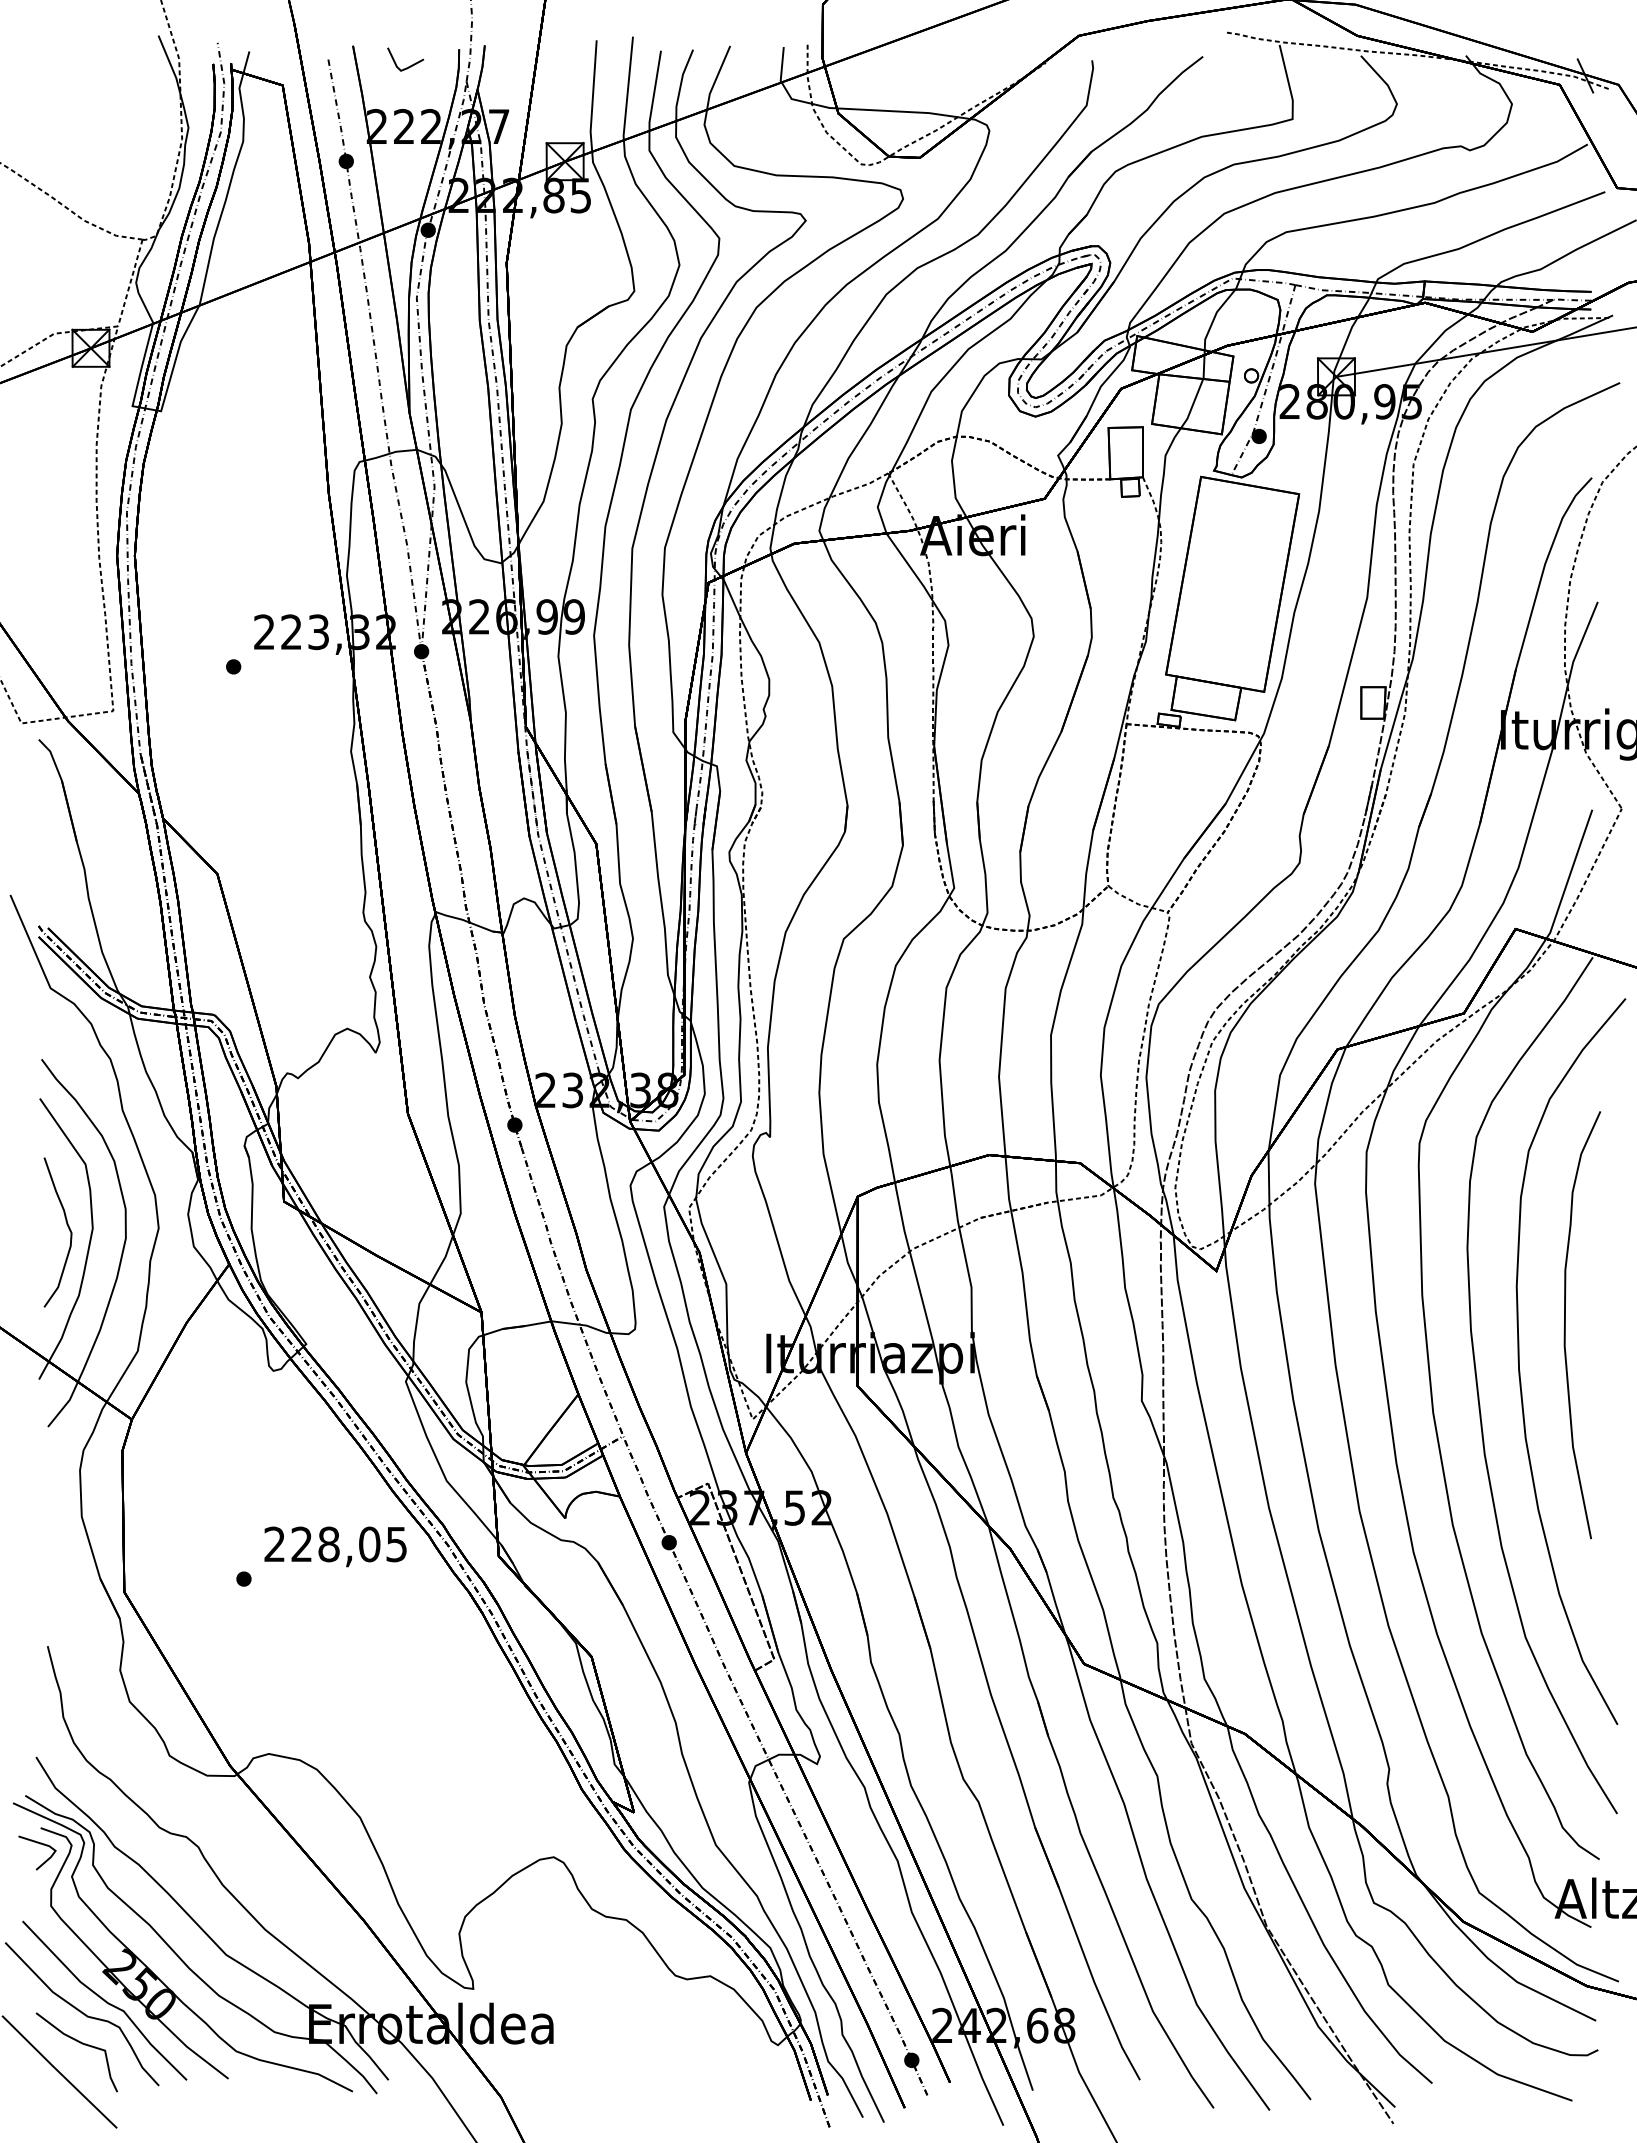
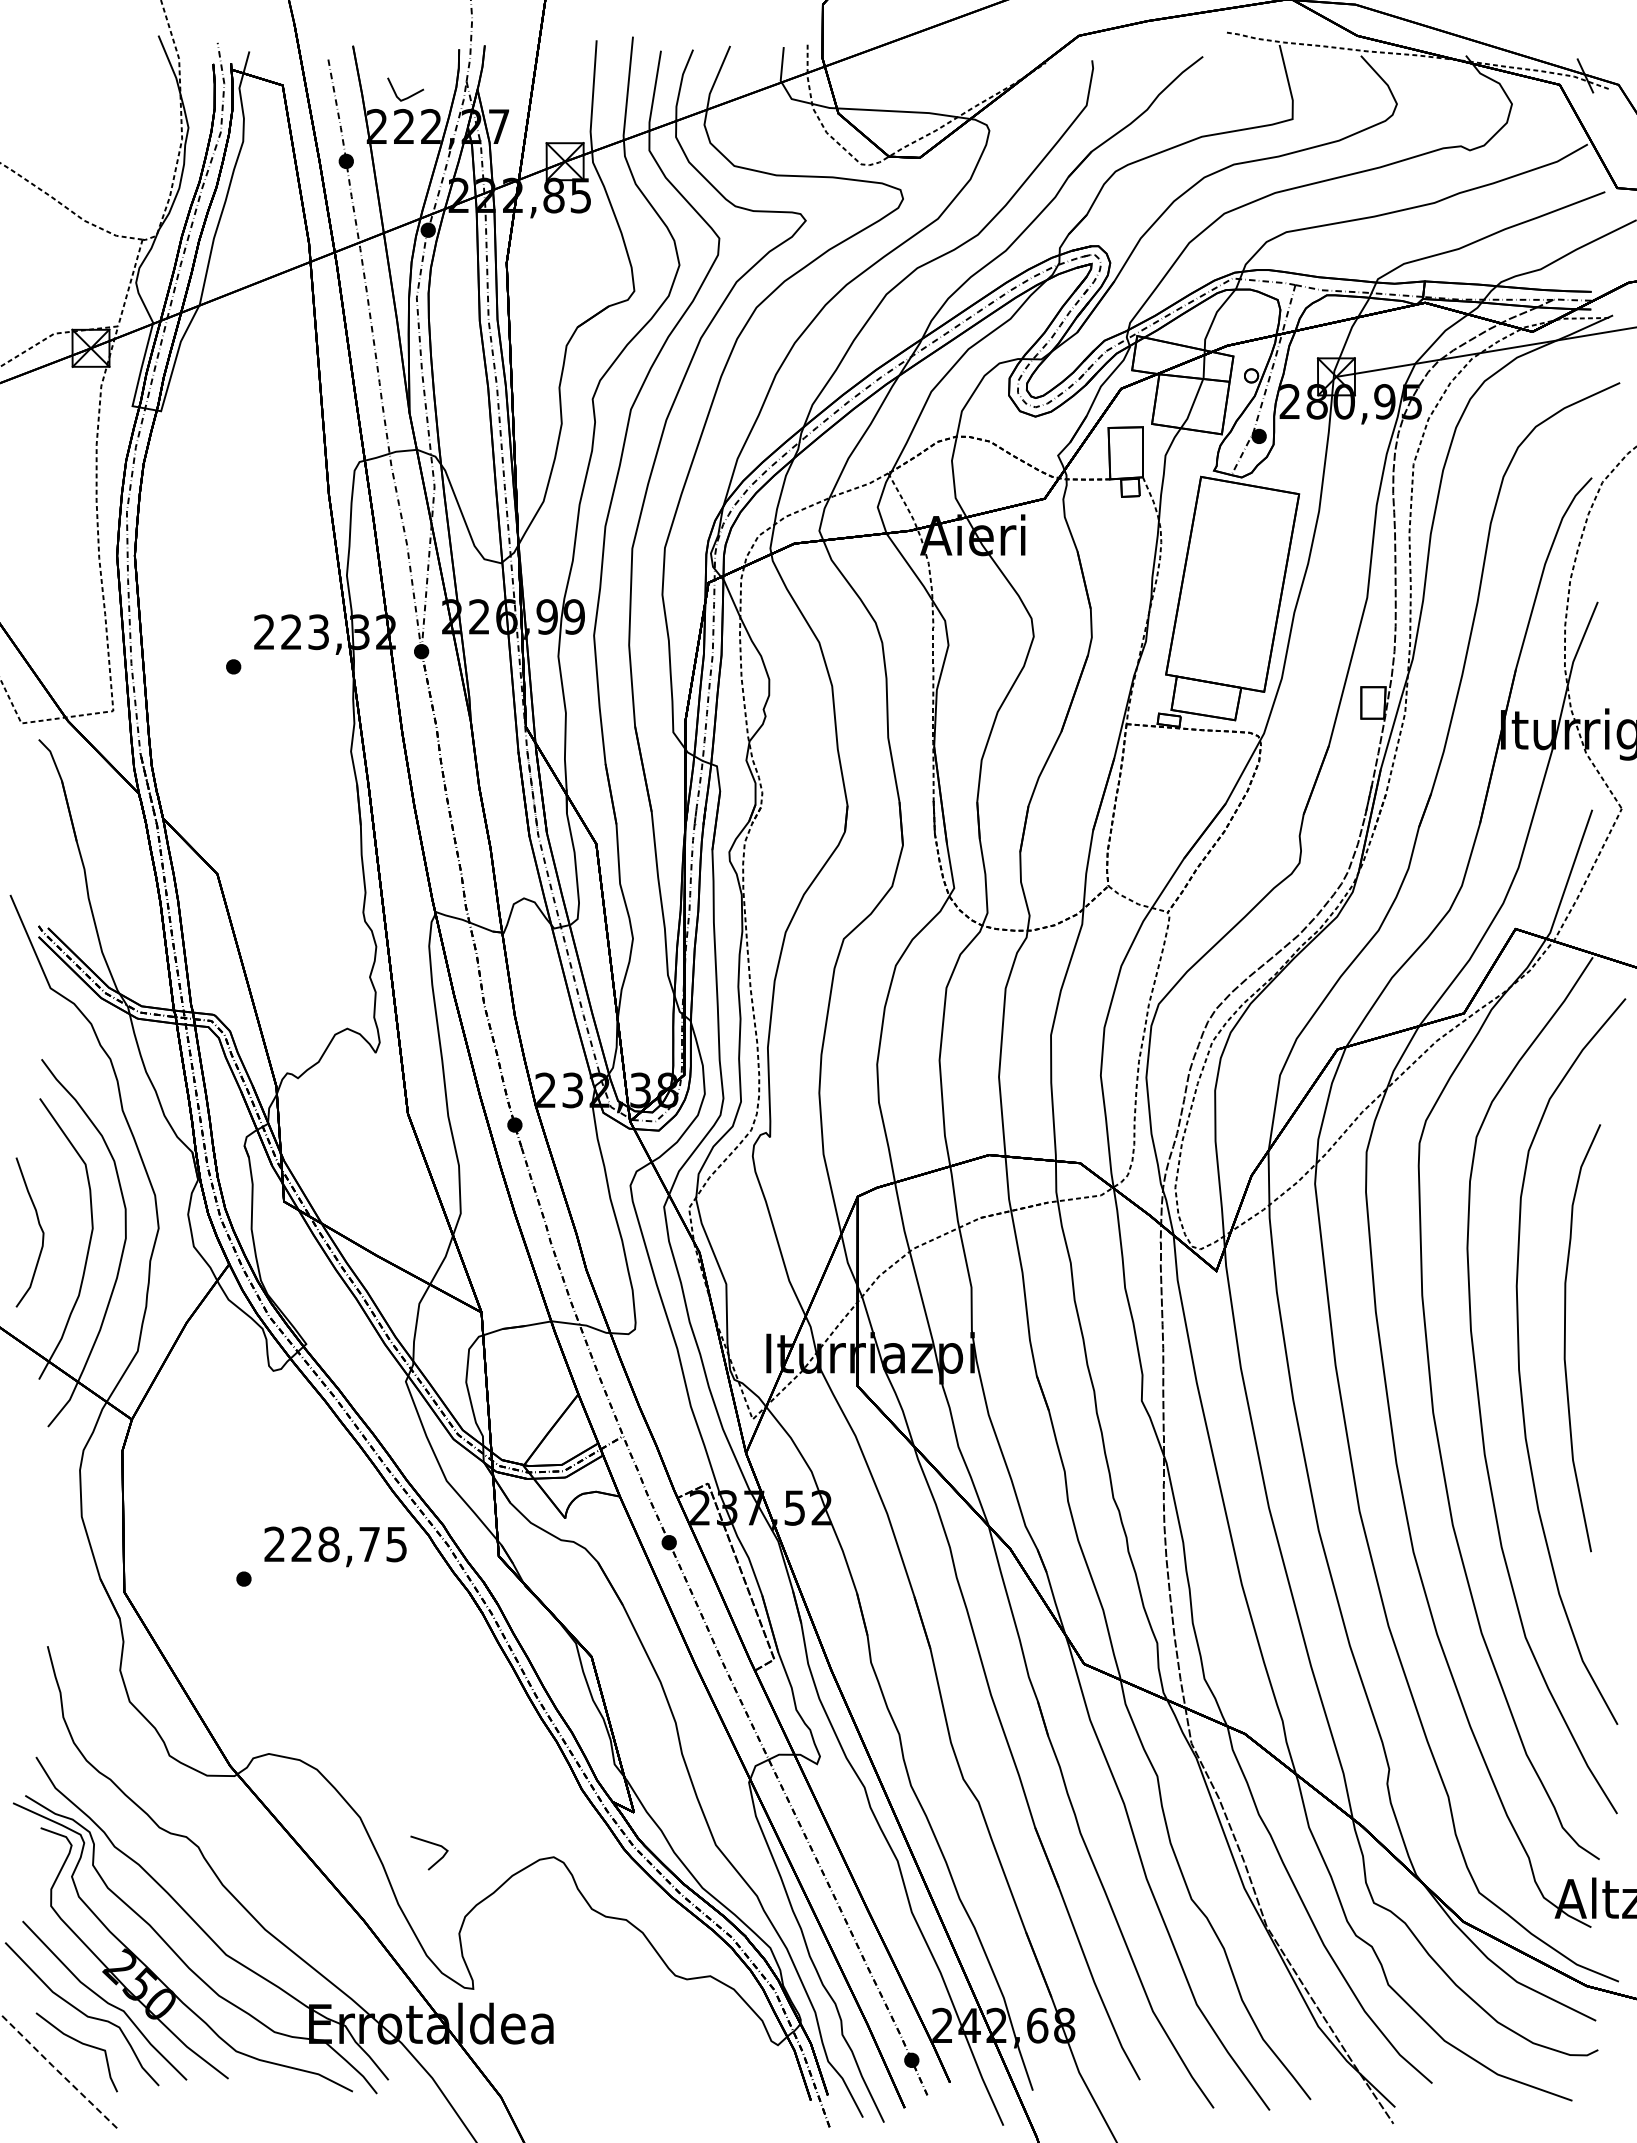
line at (408, 66) position: (408, 66) -> (408, 96)
curve at (68, 1229) position: (68, 1229) -> (40, 1229)
curve at (1565, 1325) position: (1565, 1325) -> (1565, 1338)
text at (369, 1544): 228,05 -> 228,75
line at (40, 1844) position: (40, 1844) -> (432, 1844)
line at (59, 2072): solid -> dashed
